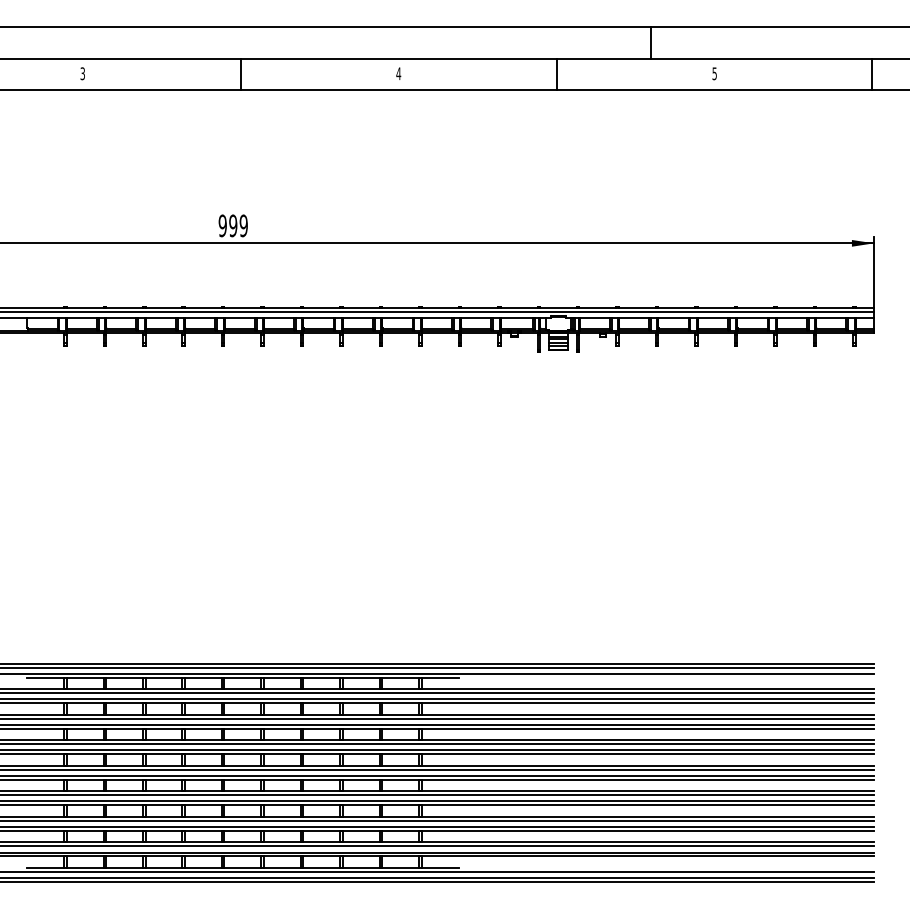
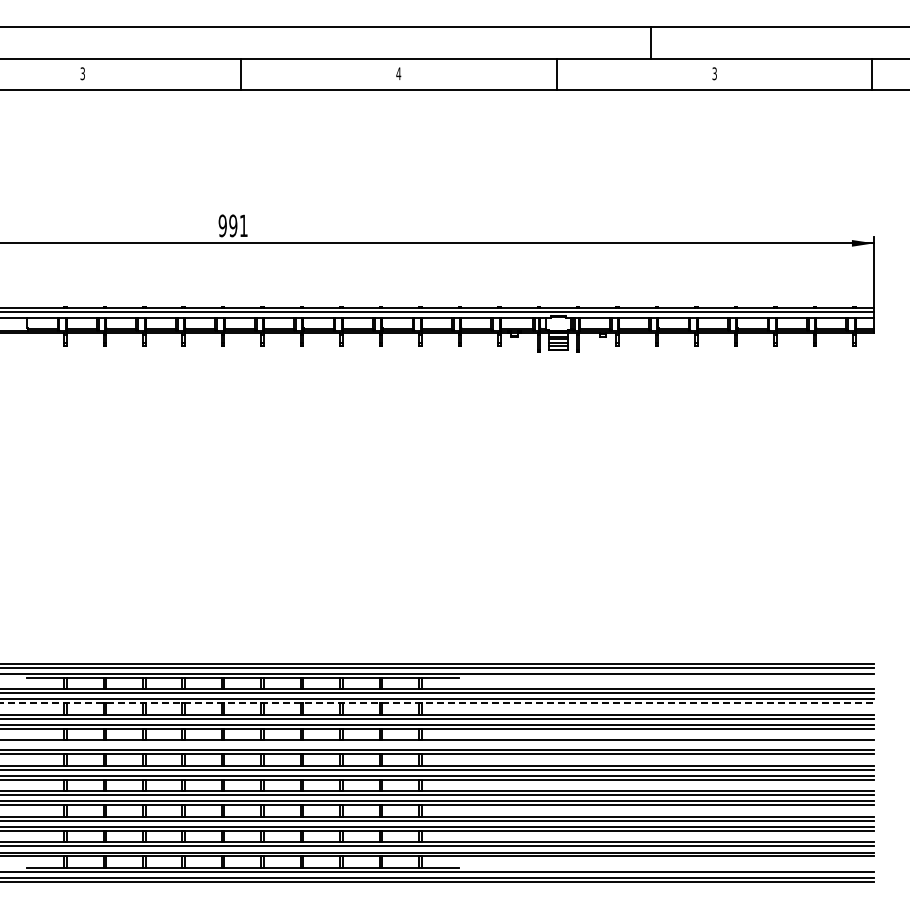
text at (714, 72): 5 -> 3
text at (243, 225): 999 -> 991
line at (437, 703): solid -> dashed
line at (438, 744): present -> none
